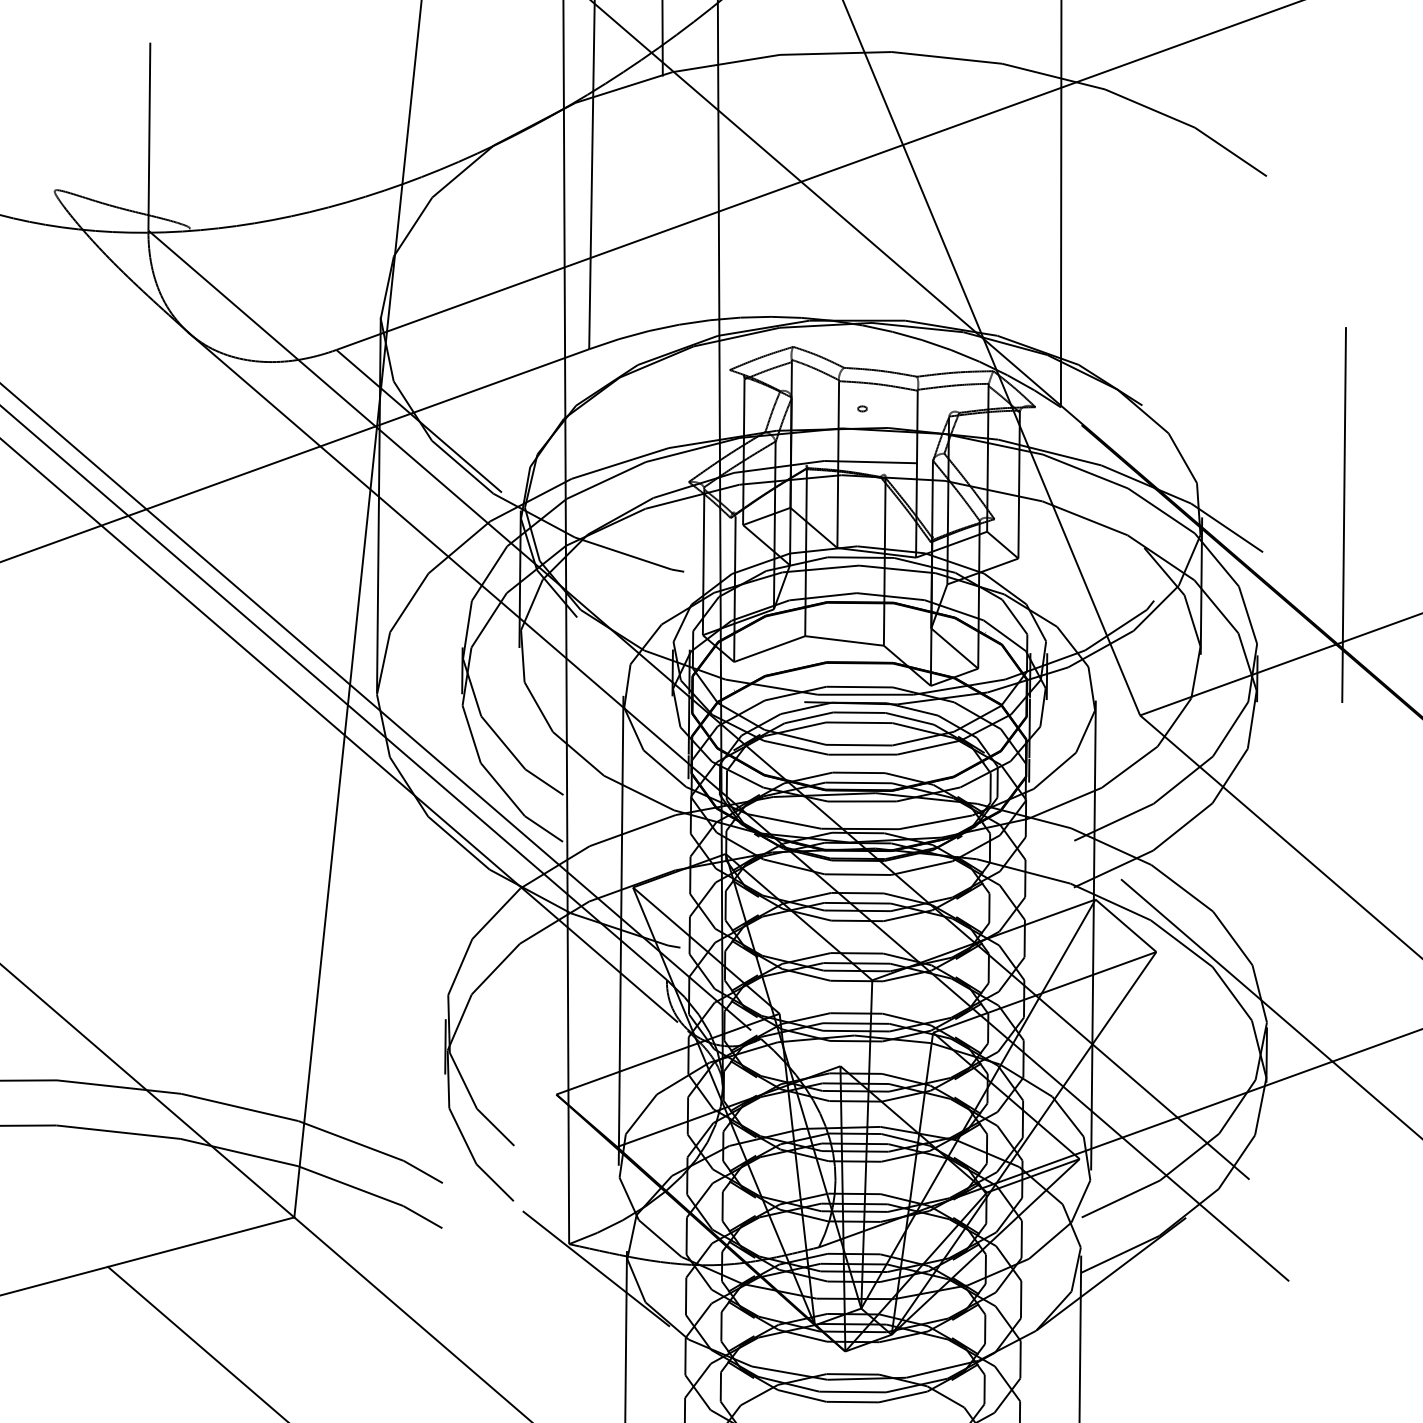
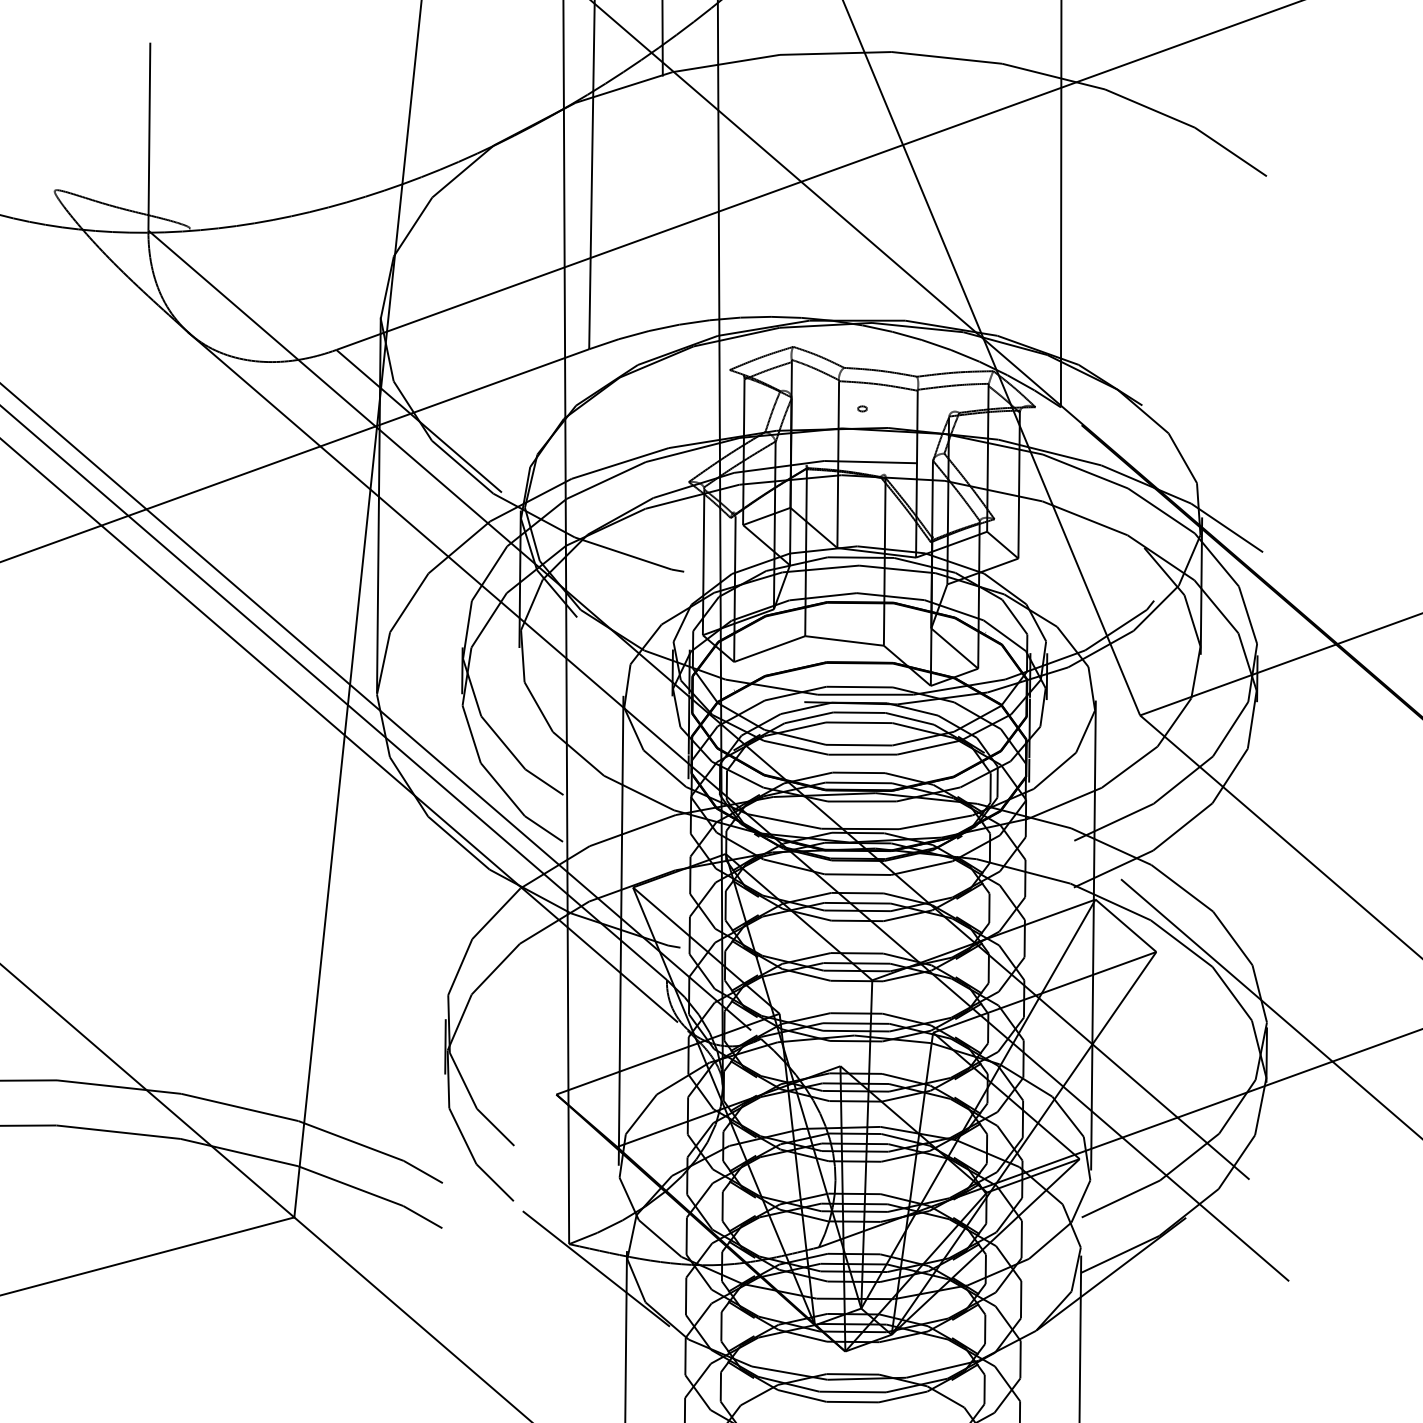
line at (1344, 515): present -> none
line at (196, 1342): present -> none
